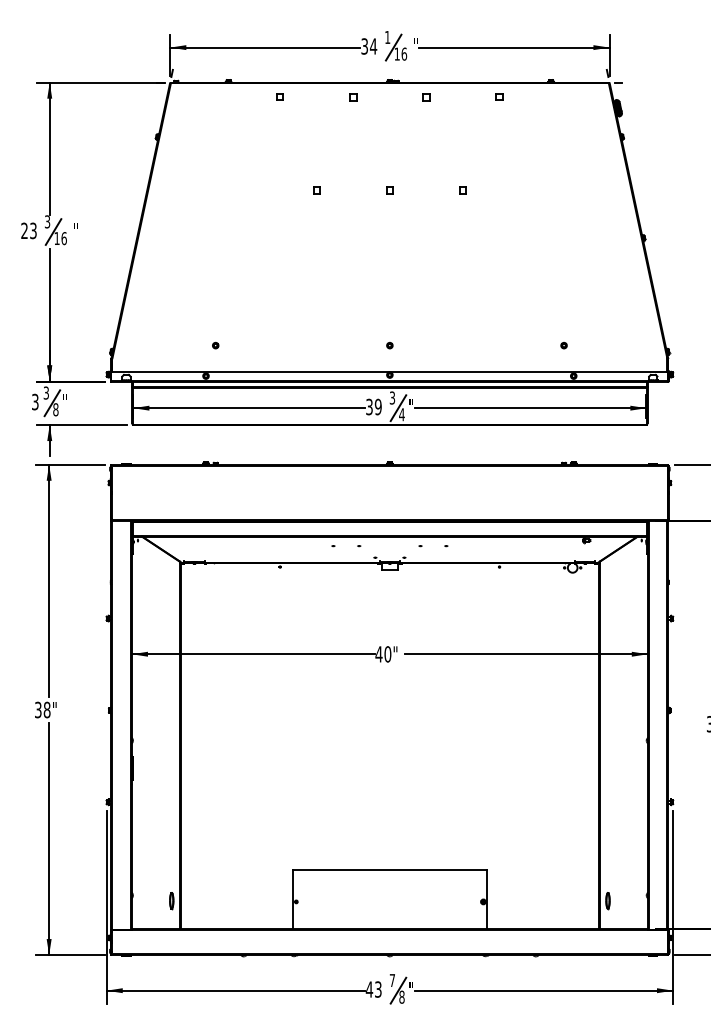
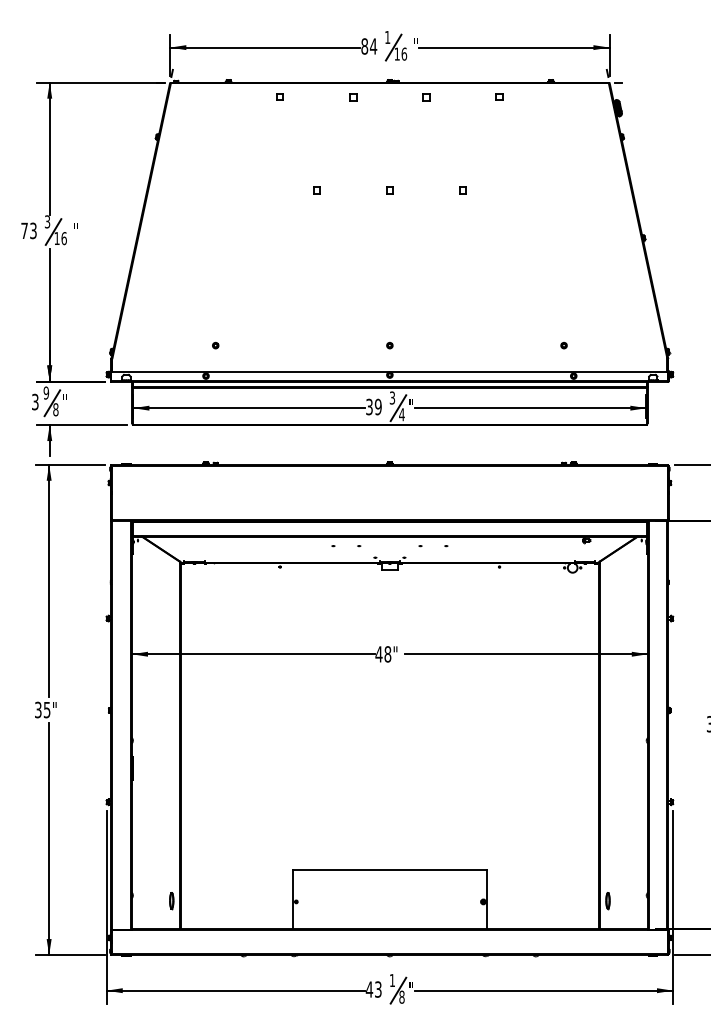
text at (364, 46): 34 -> 84
text at (24, 230): 23 -> 73
text at (46, 392): 3 -> 9
text at (387, 654): 40" -> 48"
text at (46, 709): 38" -> 35"
text at (391, 980): 7 -> 1
